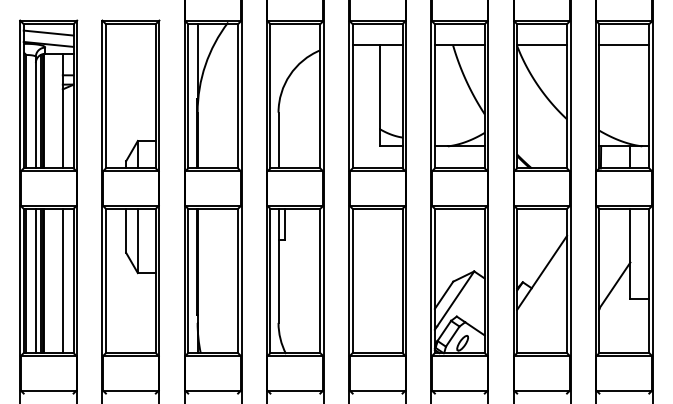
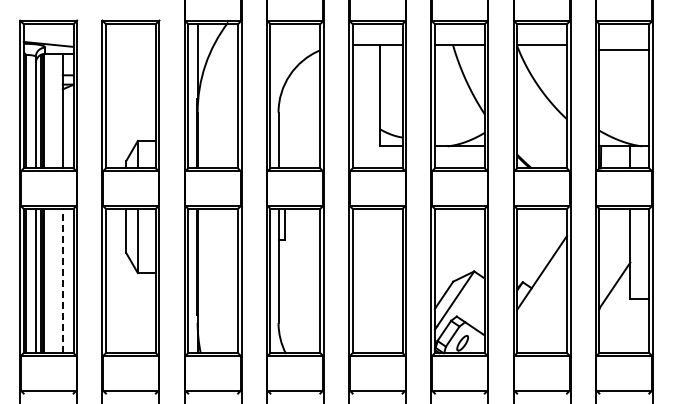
line at (48, 32): present -> none
line at (624, 45) position: (624, 45) -> (624, 50)
line at (62, 280): solid -> dashed
